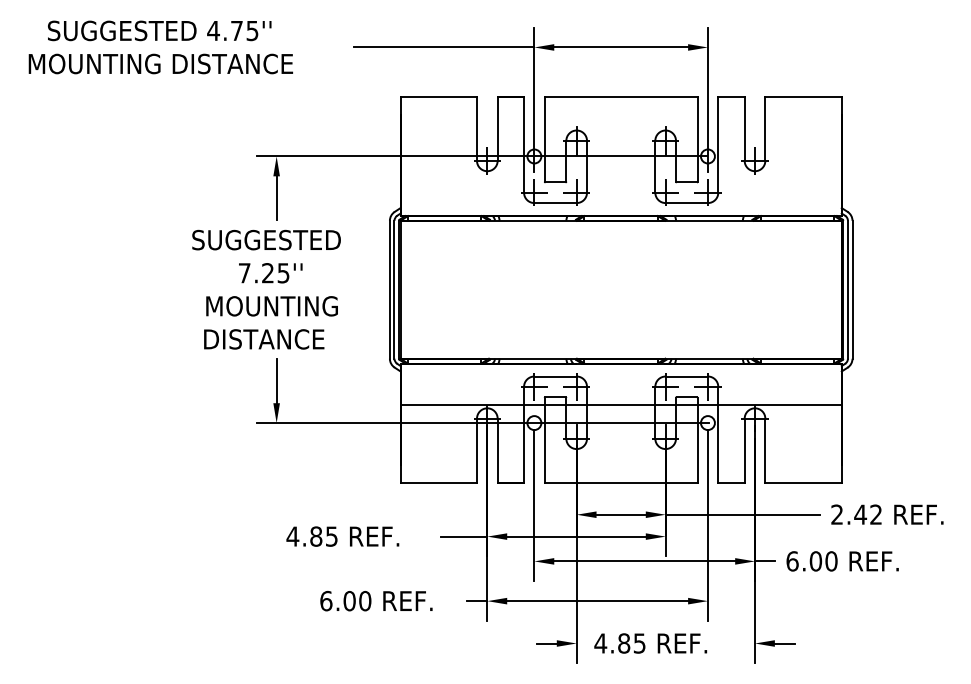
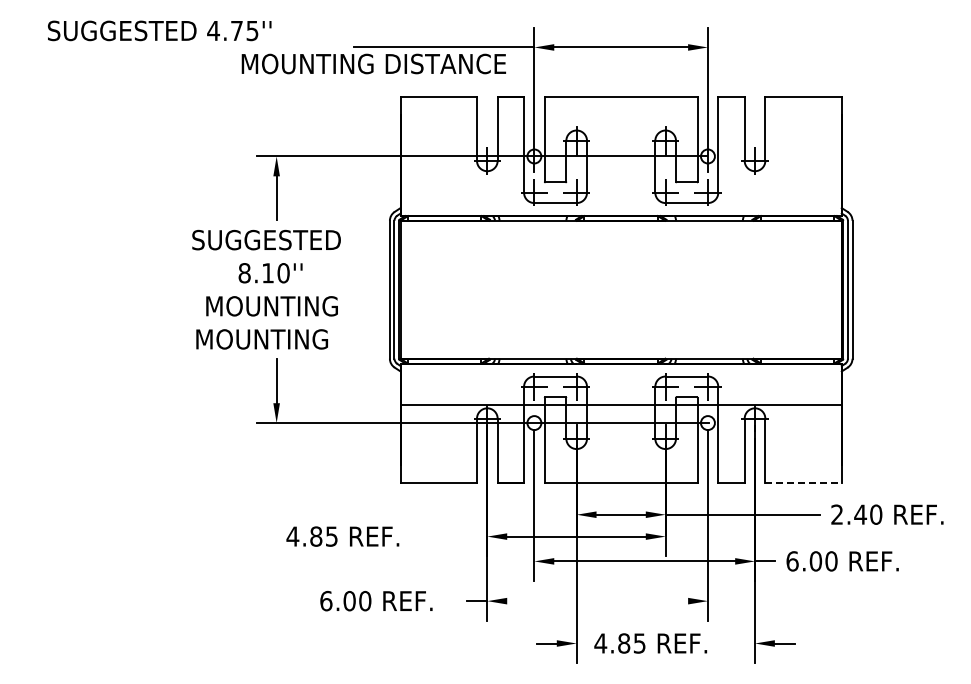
text at (160, 63) position: (160, 63) -> (373, 63)
text at (263, 273): 7.25'' -> 8.10''
text at (262, 339): DISTANCE -> MOUNTING
line at (804, 483): solid -> dashed
text at (876, 514): 2.42 -> 2.40
line at (463, 536): present -> none
line at (597, 601): present -> none
